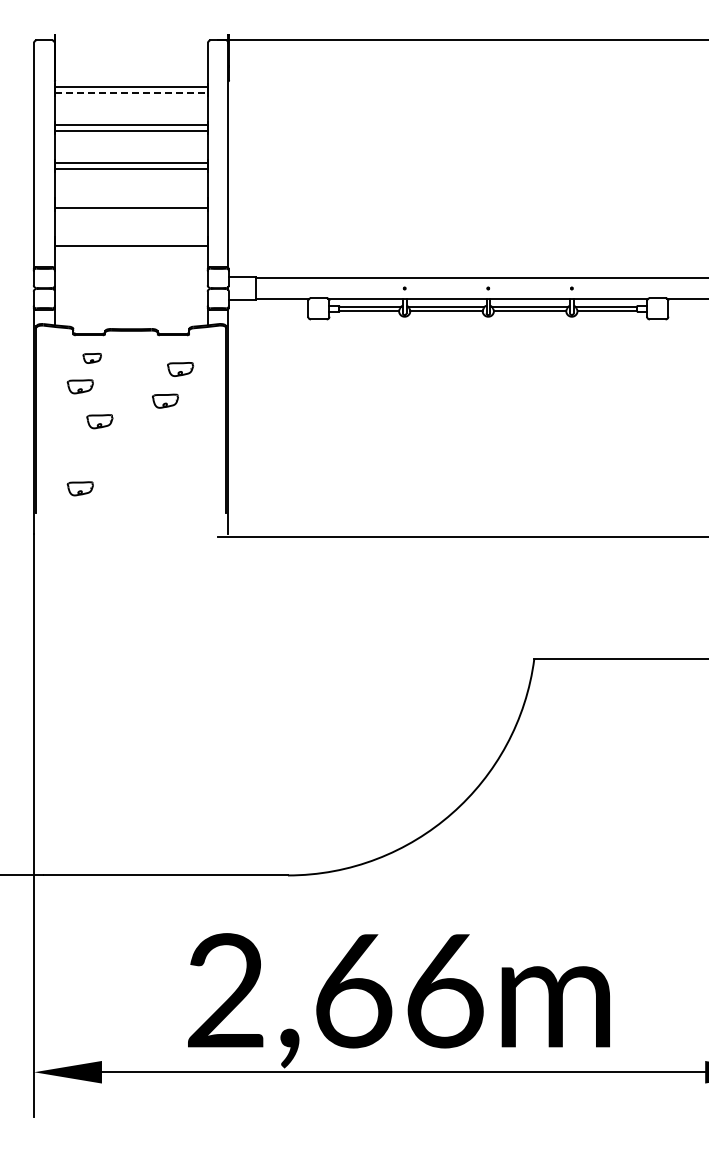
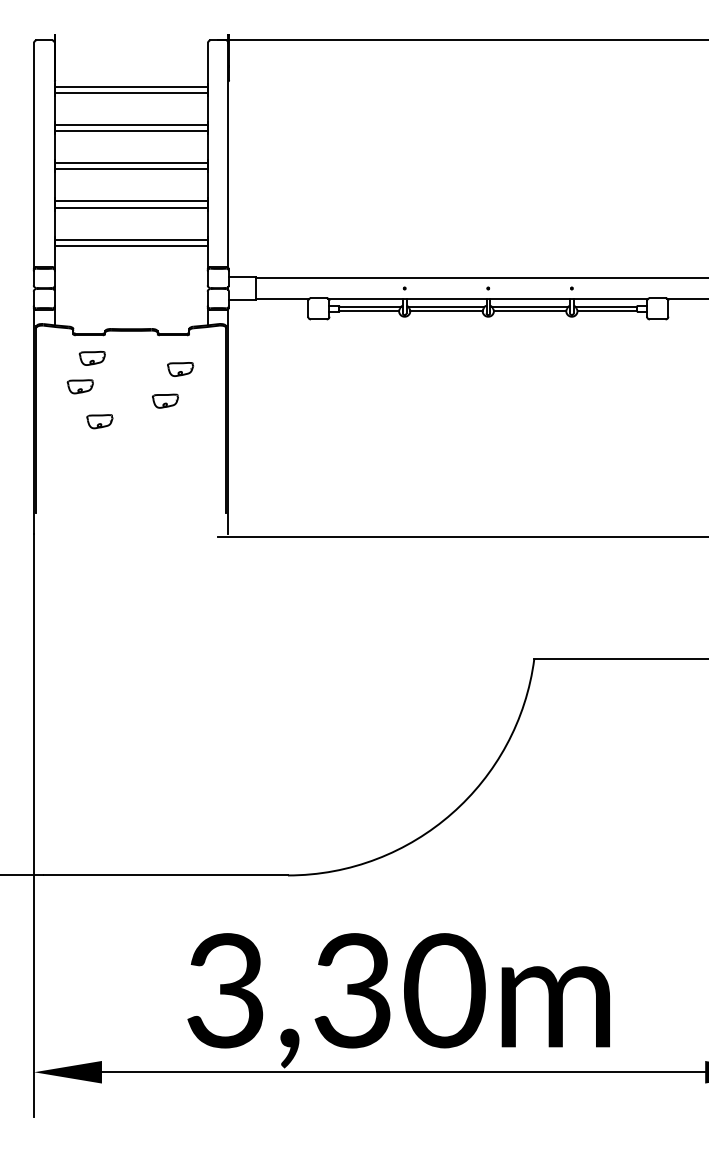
line at (131, 92): dashed -> solid
line at (130, 201): none -> present
line at (130, 239): none -> present
part at (91, 358) size: 20x11 px -> 28x15 px
part at (79, 488): present -> none
text at (336, 990): 2,66m -> 3,30m
